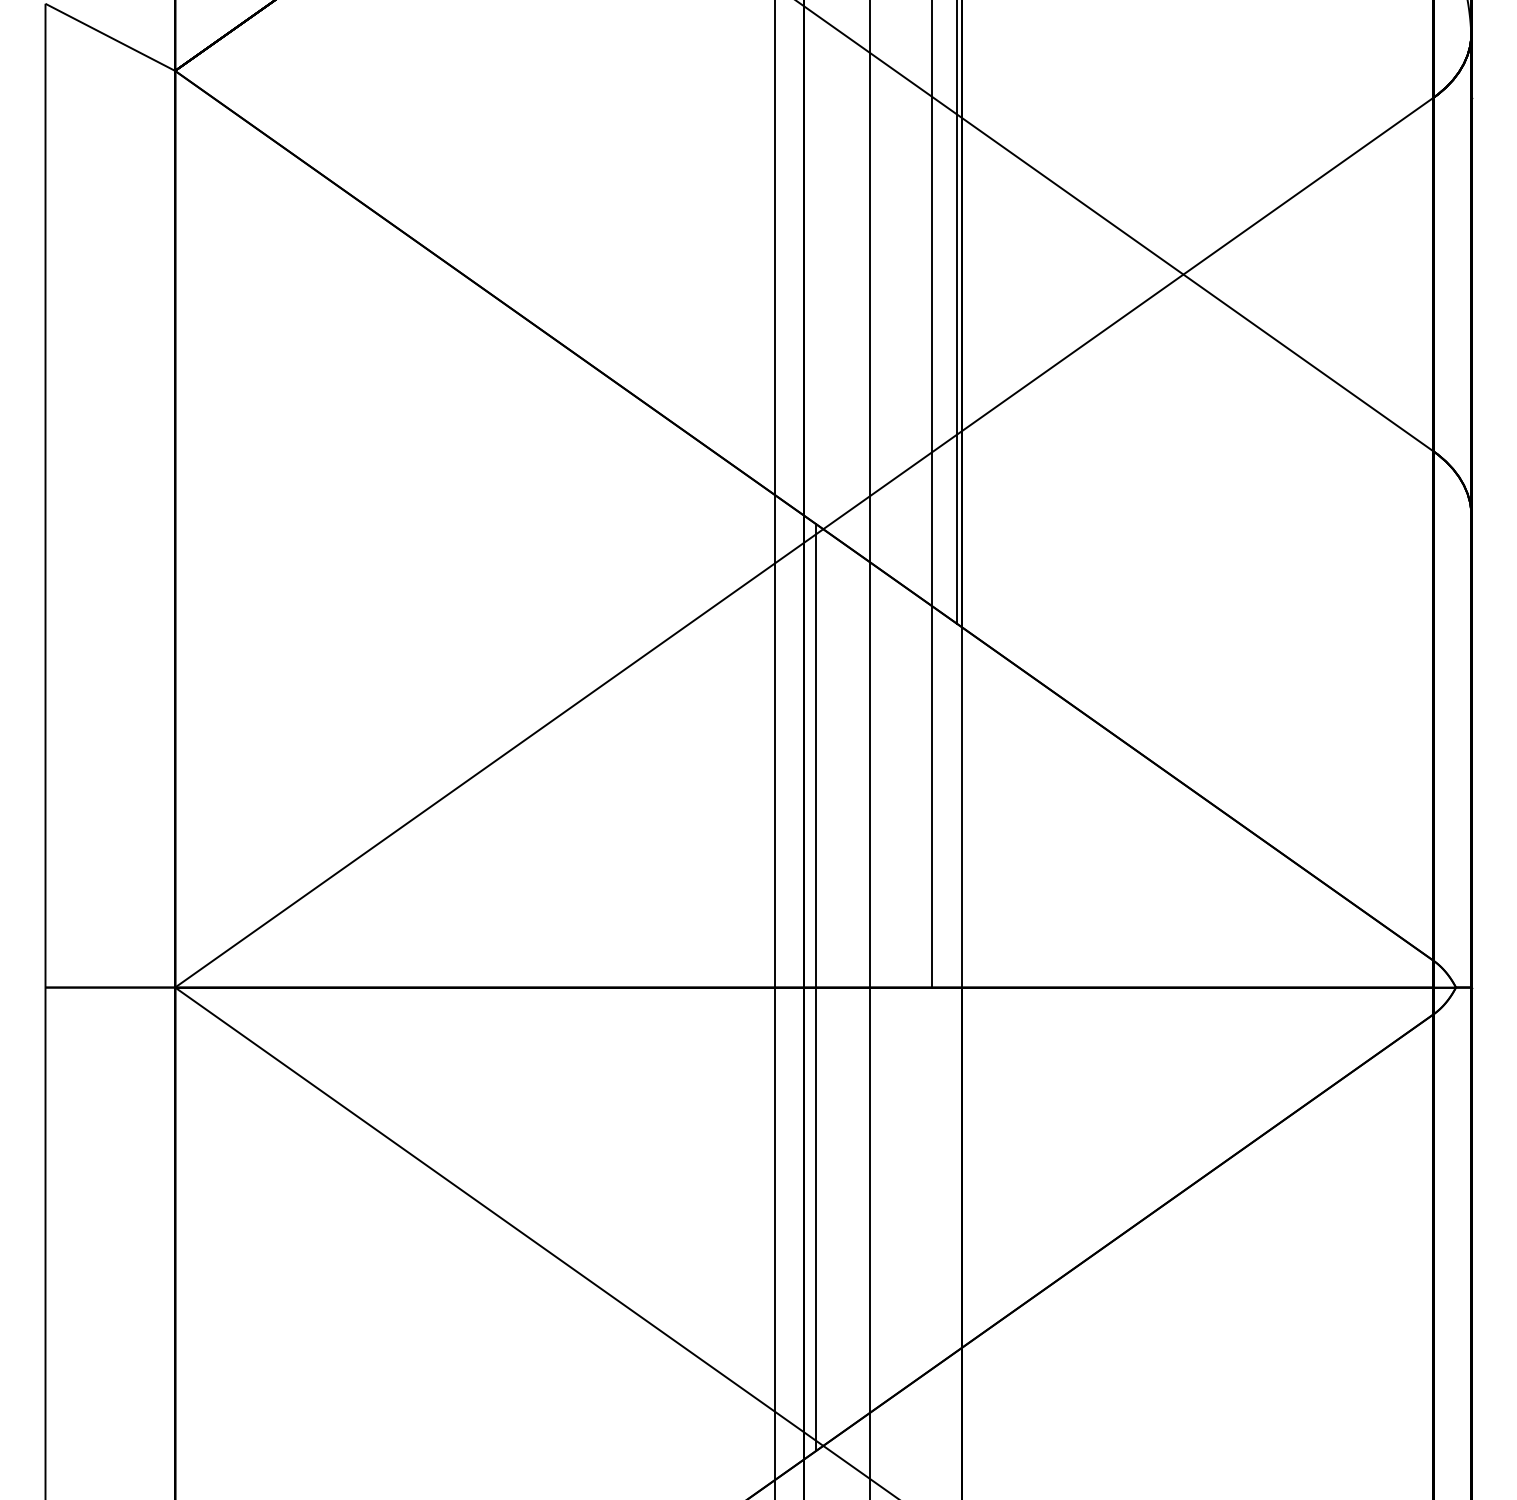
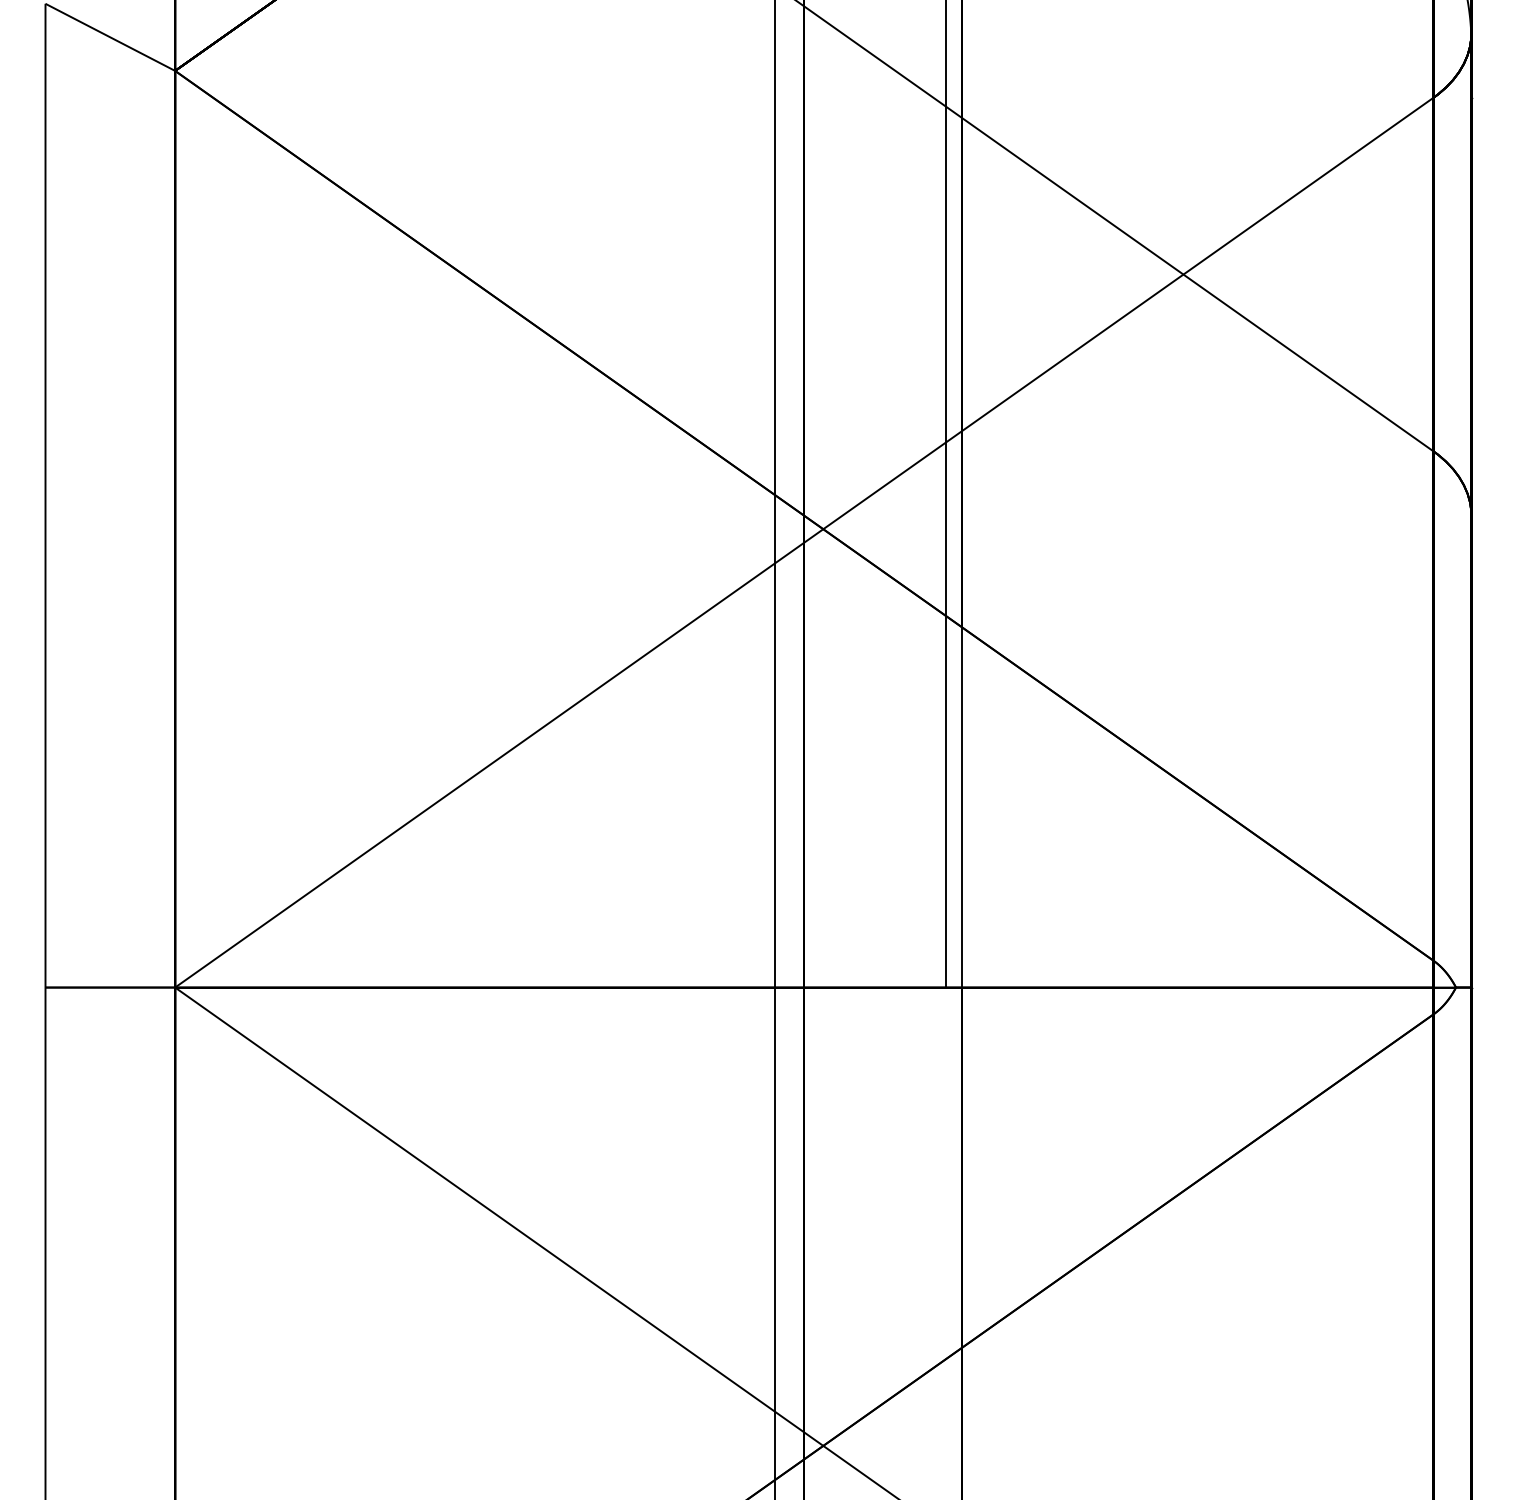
line at (957, 312): present -> none
line at (932, 494) position: (932, 494) -> (946, 494)
line at (869, 749): present -> none
line at (815, 987): present -> none
